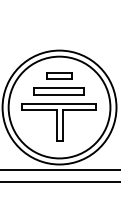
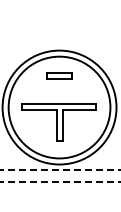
part at (58, 91): present -> none
line at (60, 170): solid -> dashed
line at (60, 182): solid -> dashed
